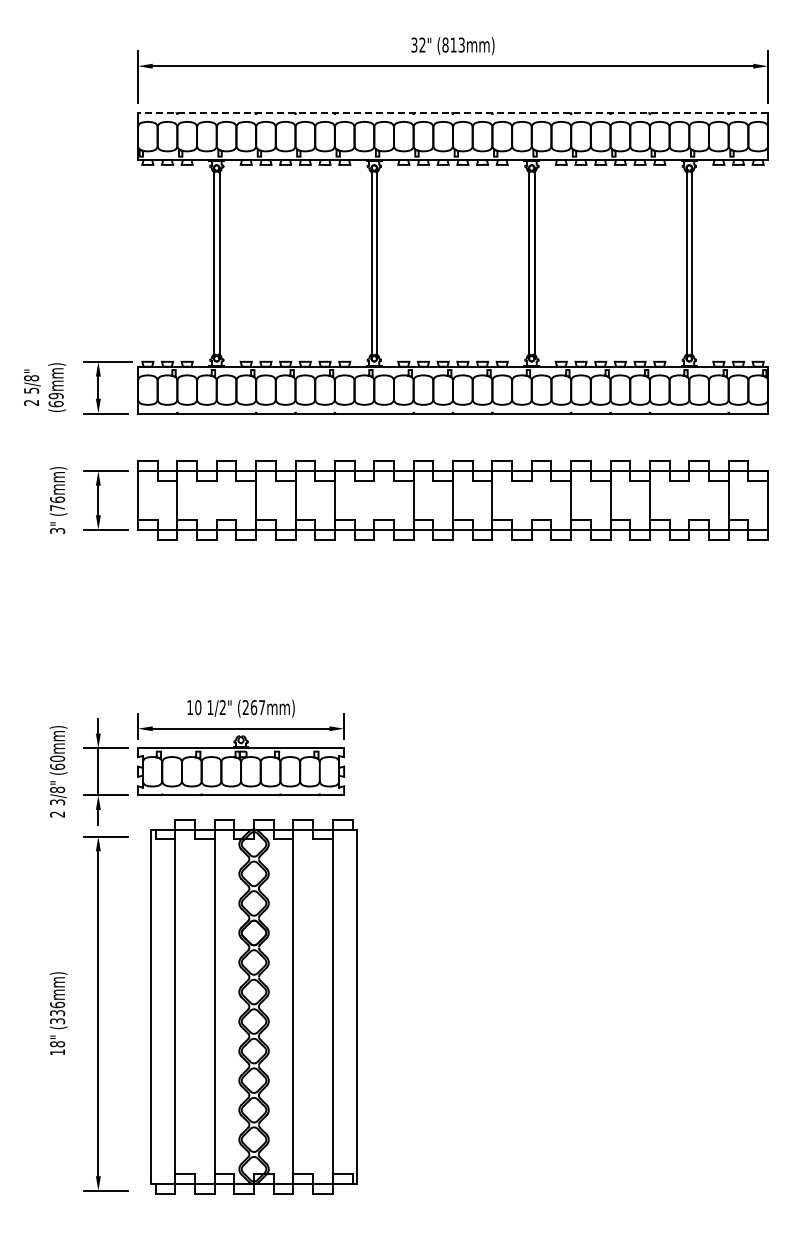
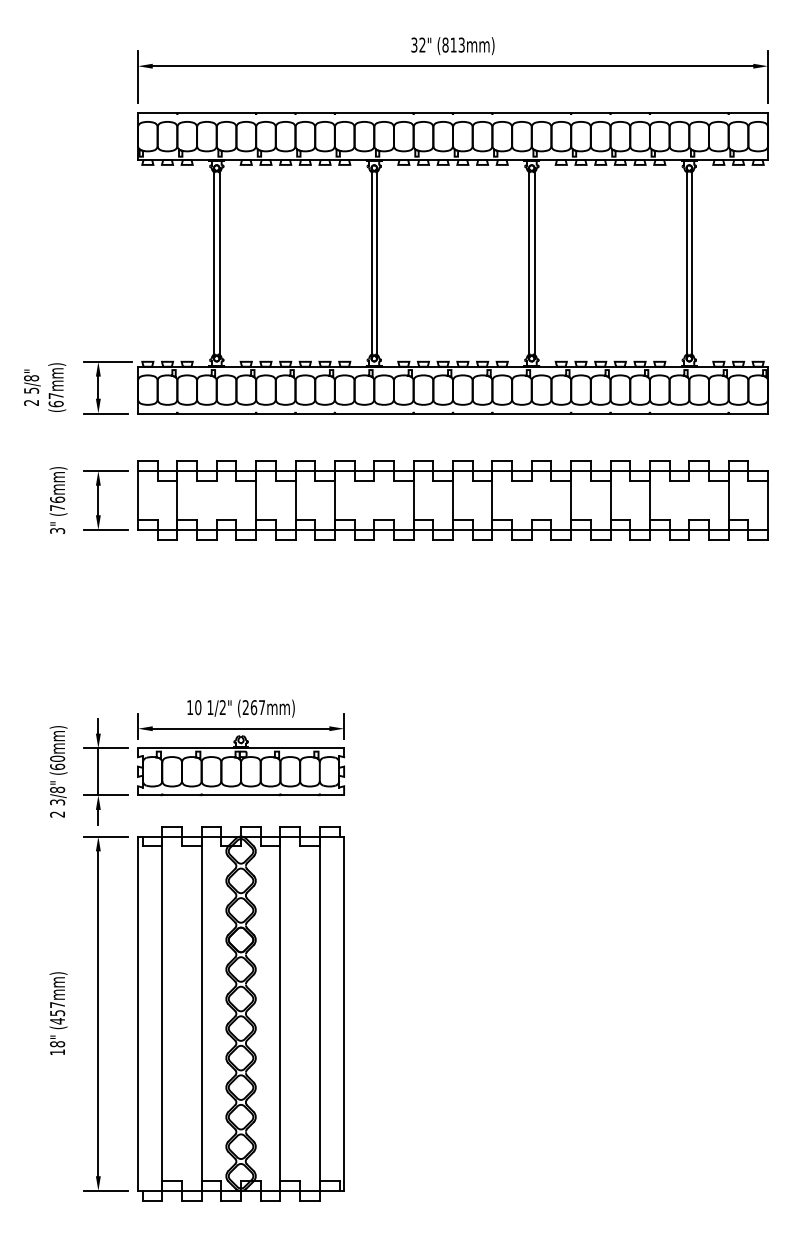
line at (452, 113): dashed -> solid
text at (55, 395): (69mm) -> (67mm)
part at (253, 1006) position: (253, 1006) -> (240, 1013)
text at (57, 1012): (336mm) -> (457mm)
